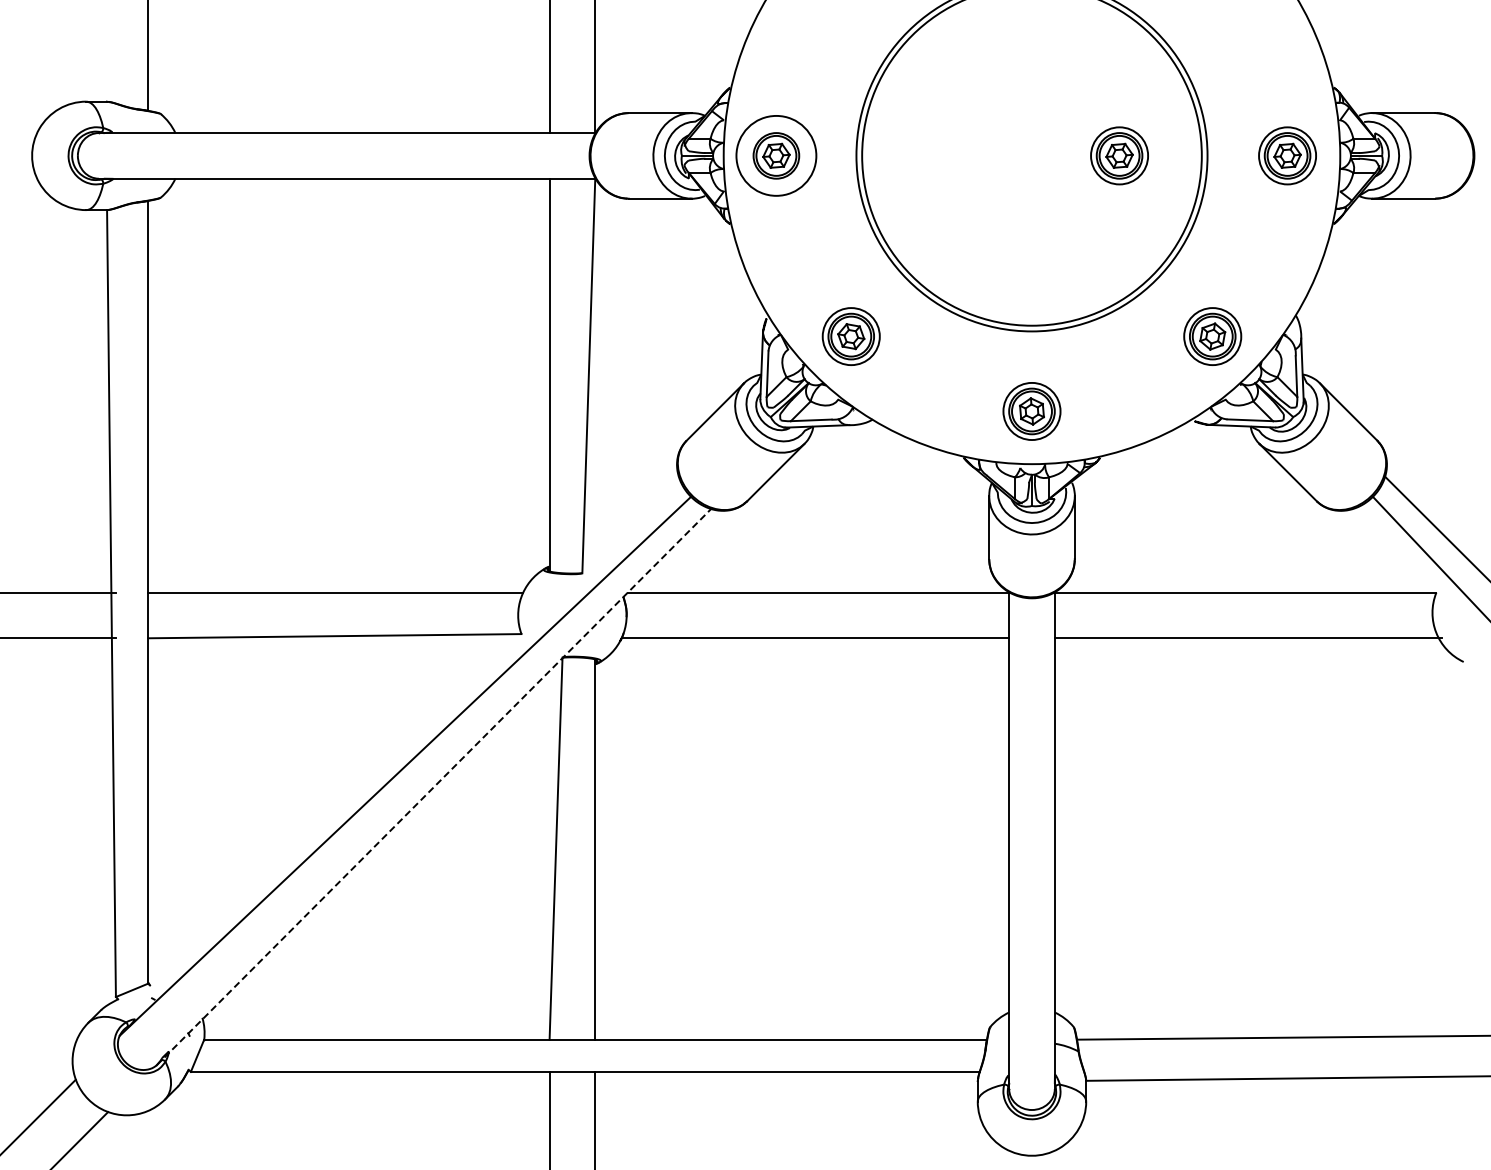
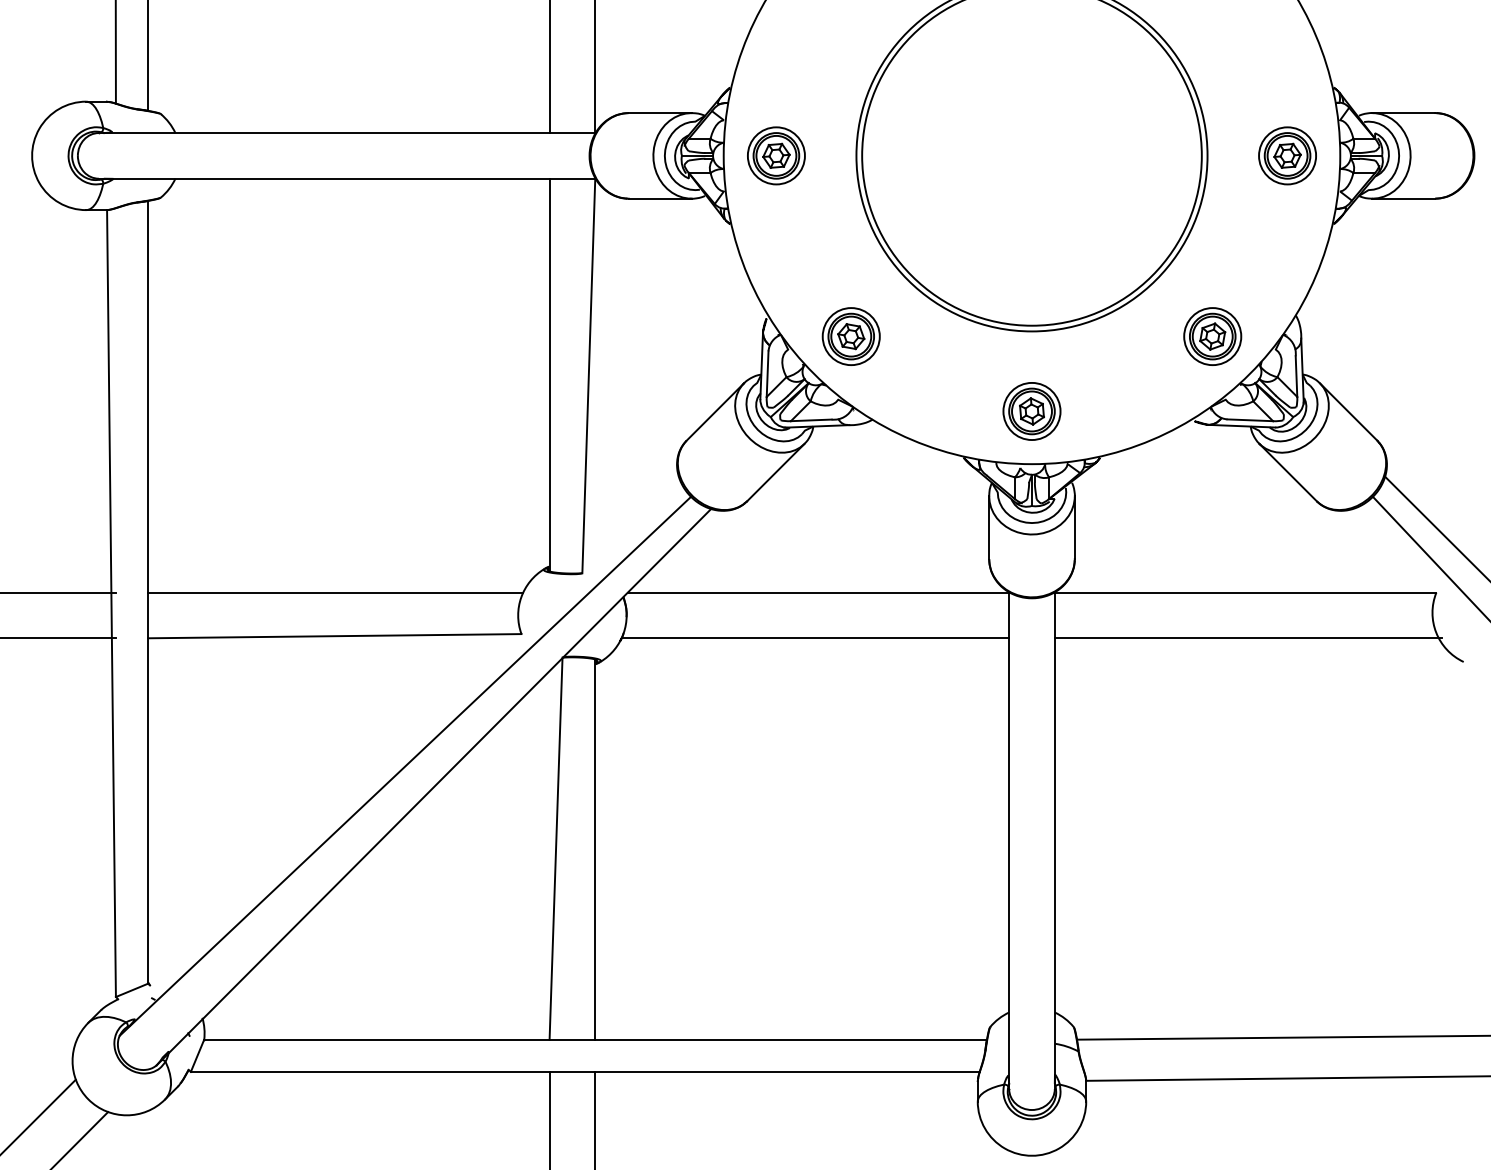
line at (115, 52): none -> present
circle at (776, 155) diameter: 80 px -> 57 px
part at (1119, 155): present -> none
line at (433, 787): dashed -> solid
